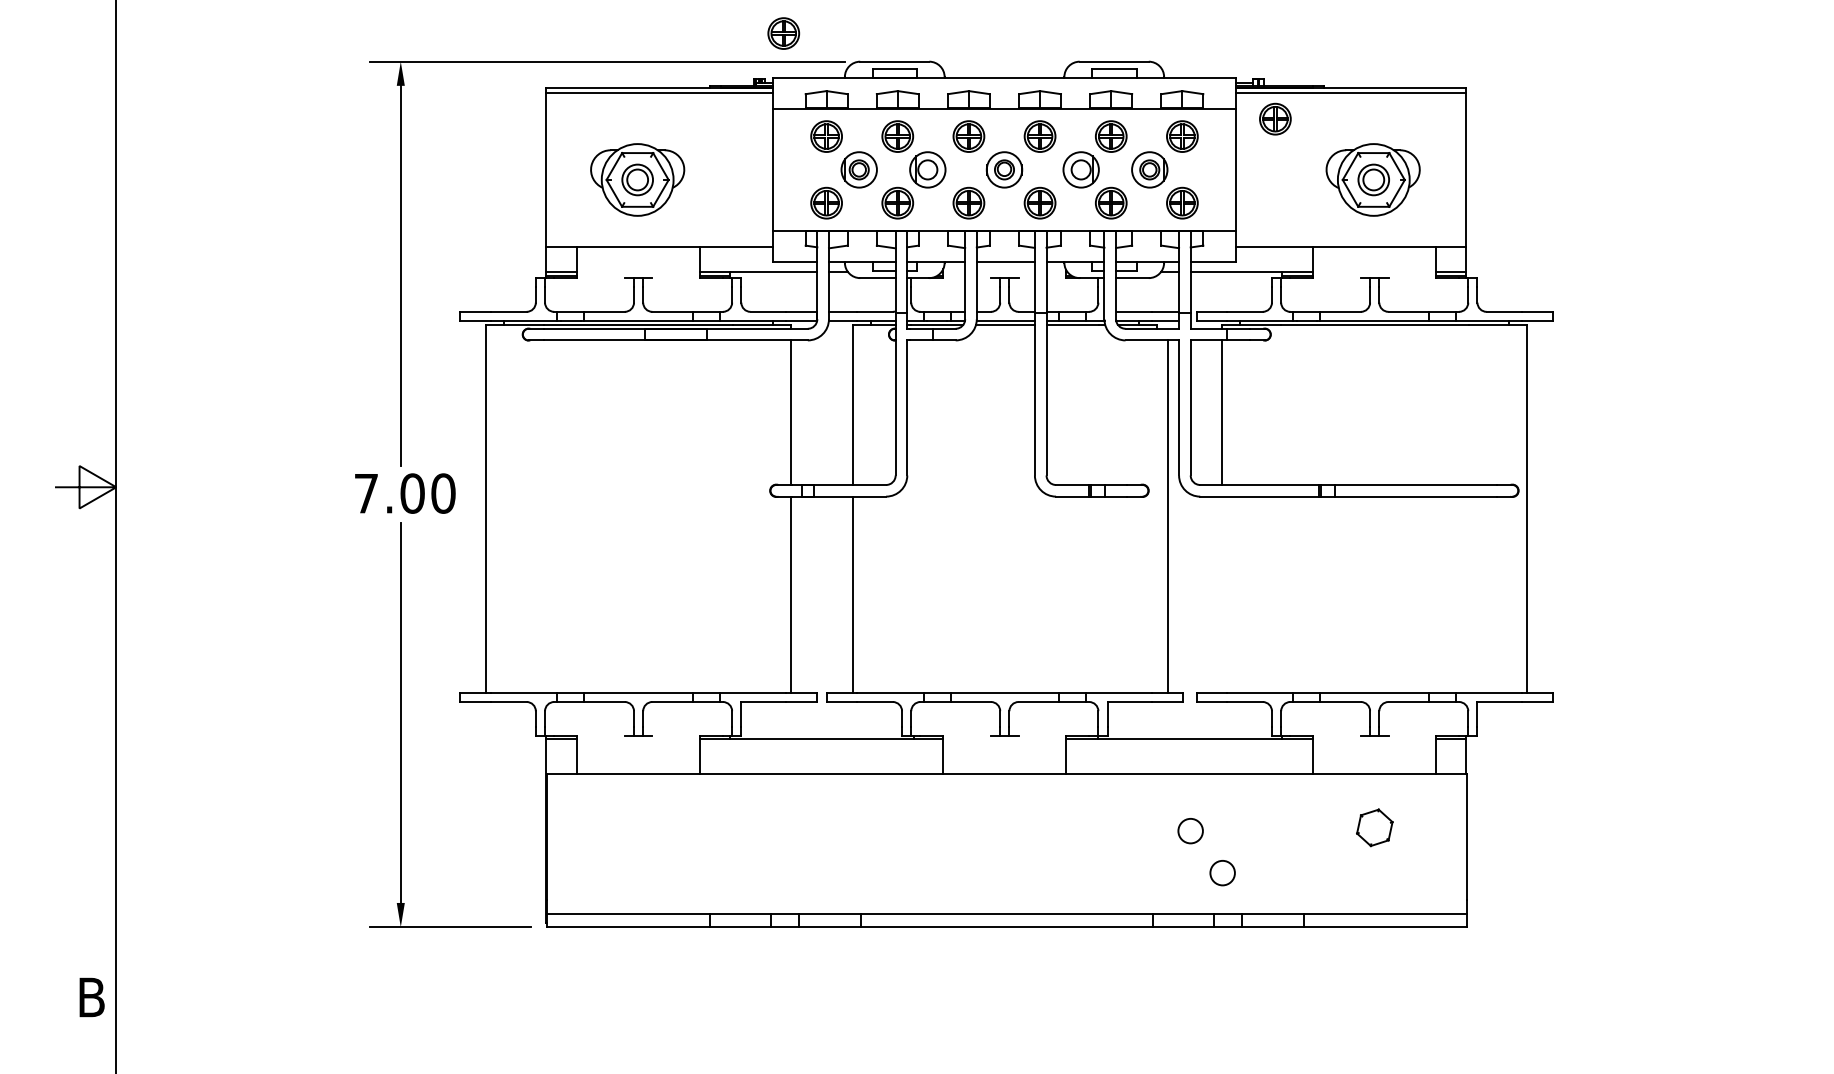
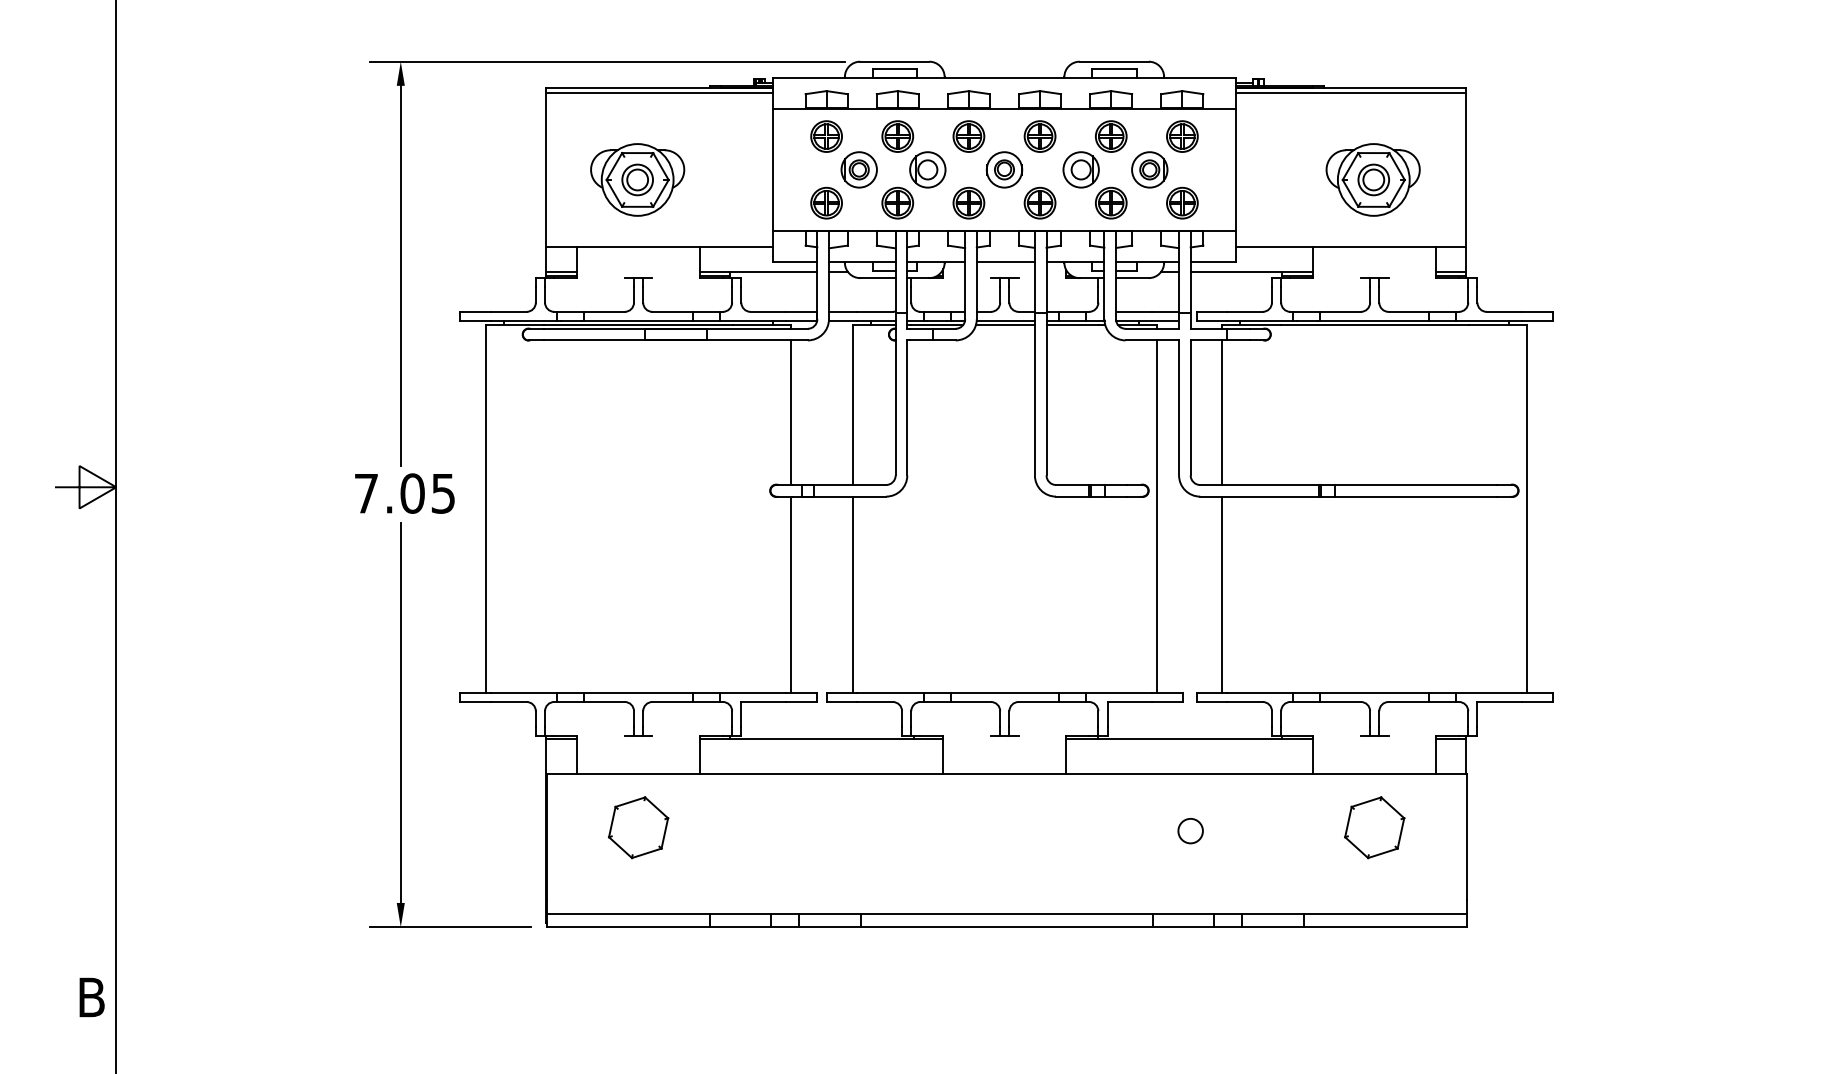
part at (783, 33): present -> none
part at (1275, 118): present -> none
text at (443, 493): 7.00 -> 7.05
line at (1168, 516) position: (1168, 516) -> (1157, 516)
line at (1222, 594): none -> present
part at (638, 827): none -> present
part at (1374, 827) size: 38x40 px -> 62x64 px
circle at (1222, 873): present -> none
